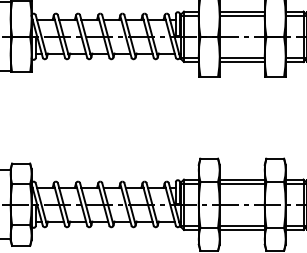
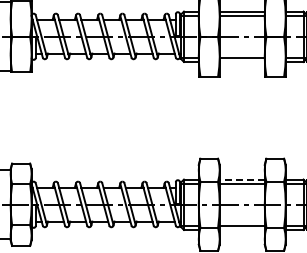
line at (241, 61): present -> none
line at (241, 179): solid -> dashed
line at (241, 229): present -> none
